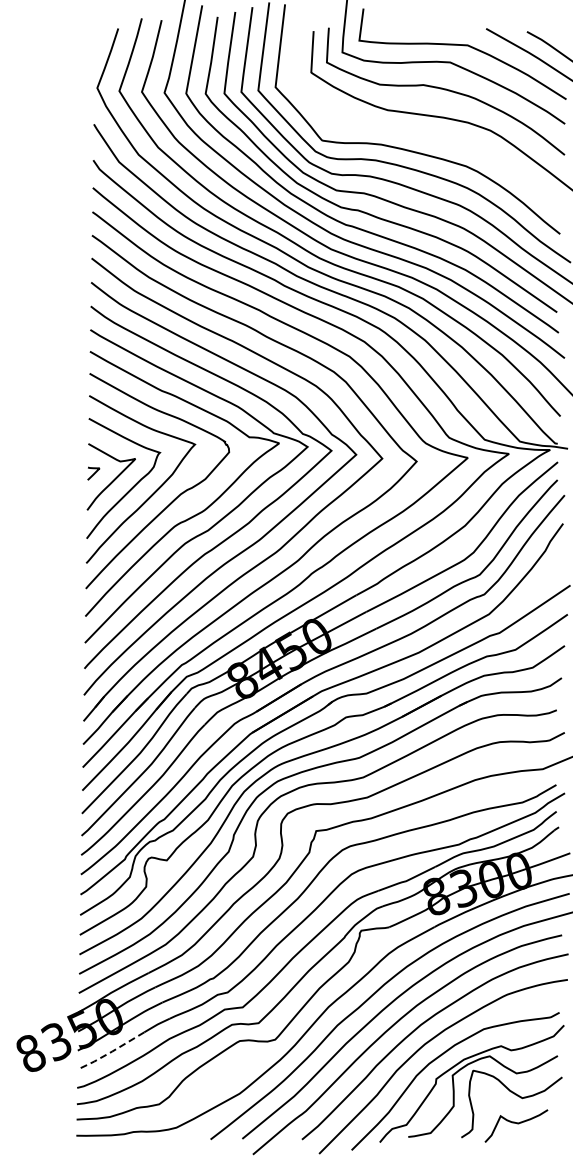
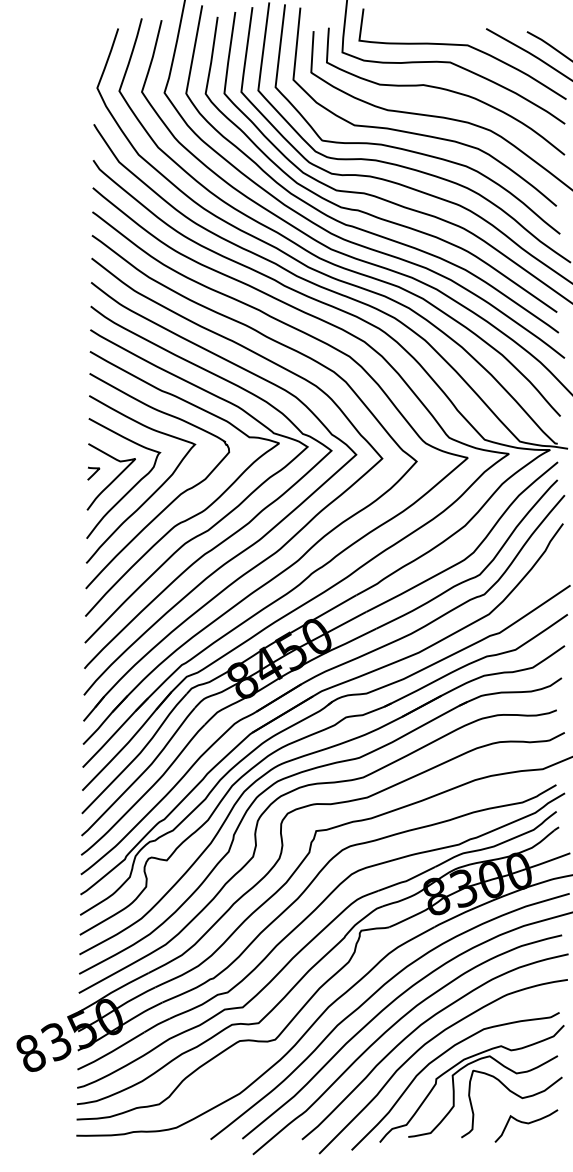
curve at (420, 133): none -> present
line at (111, 1052): dashed -> solid
curve at (517, 1124) position: (517, 1124) -> (527, 1124)
